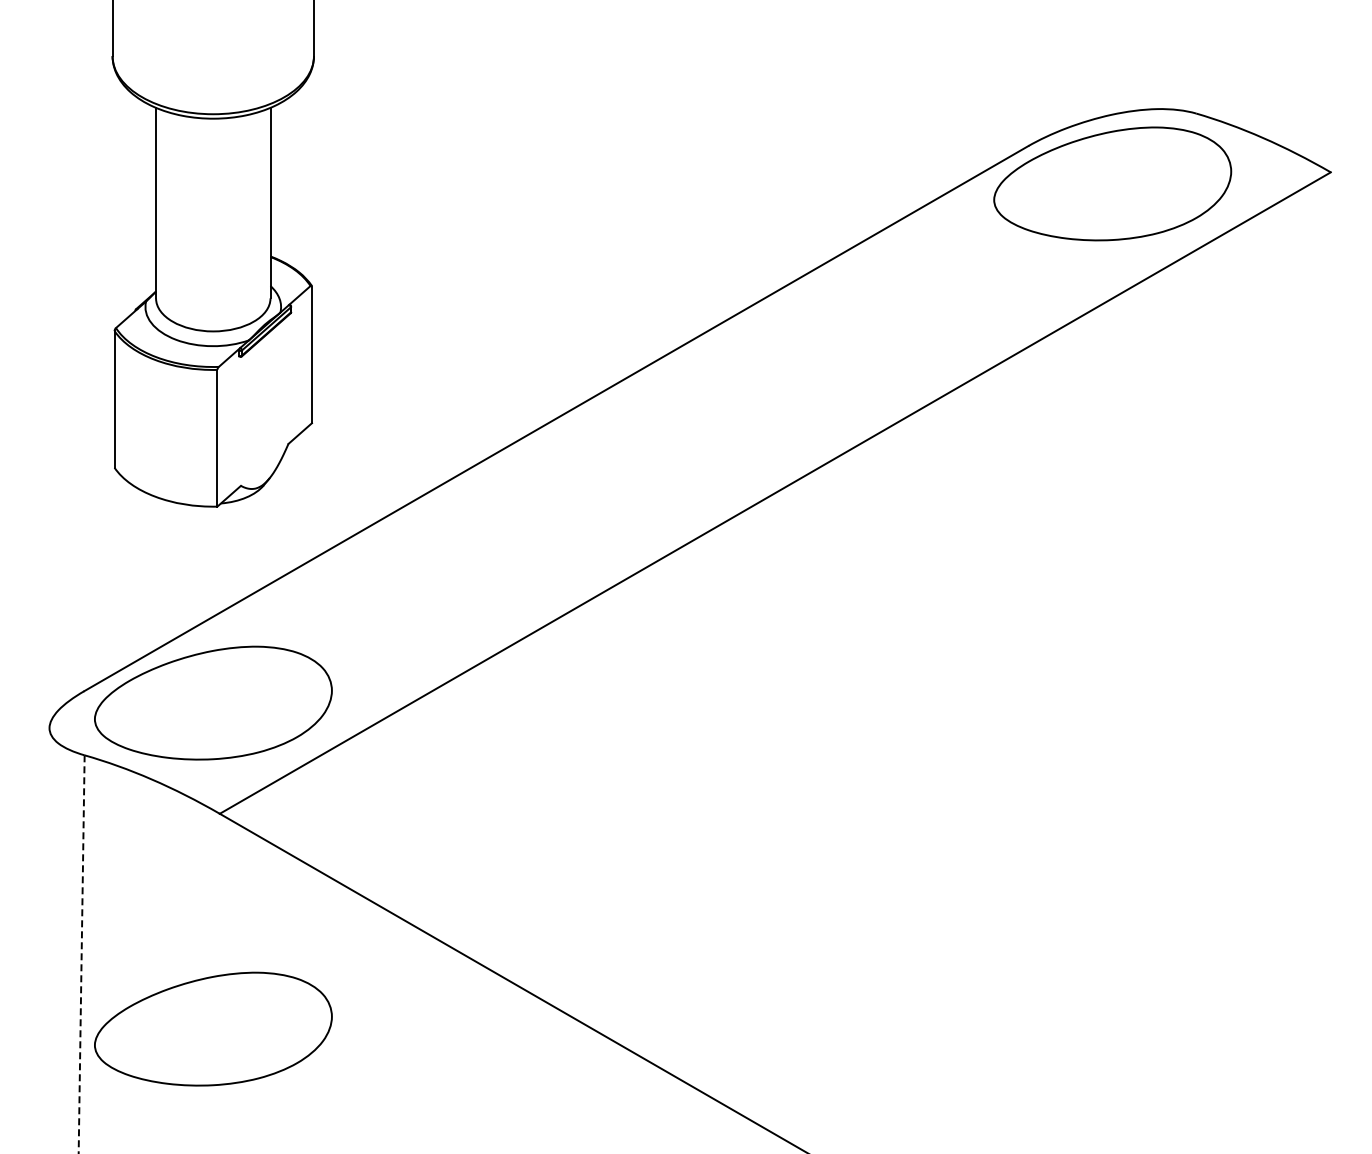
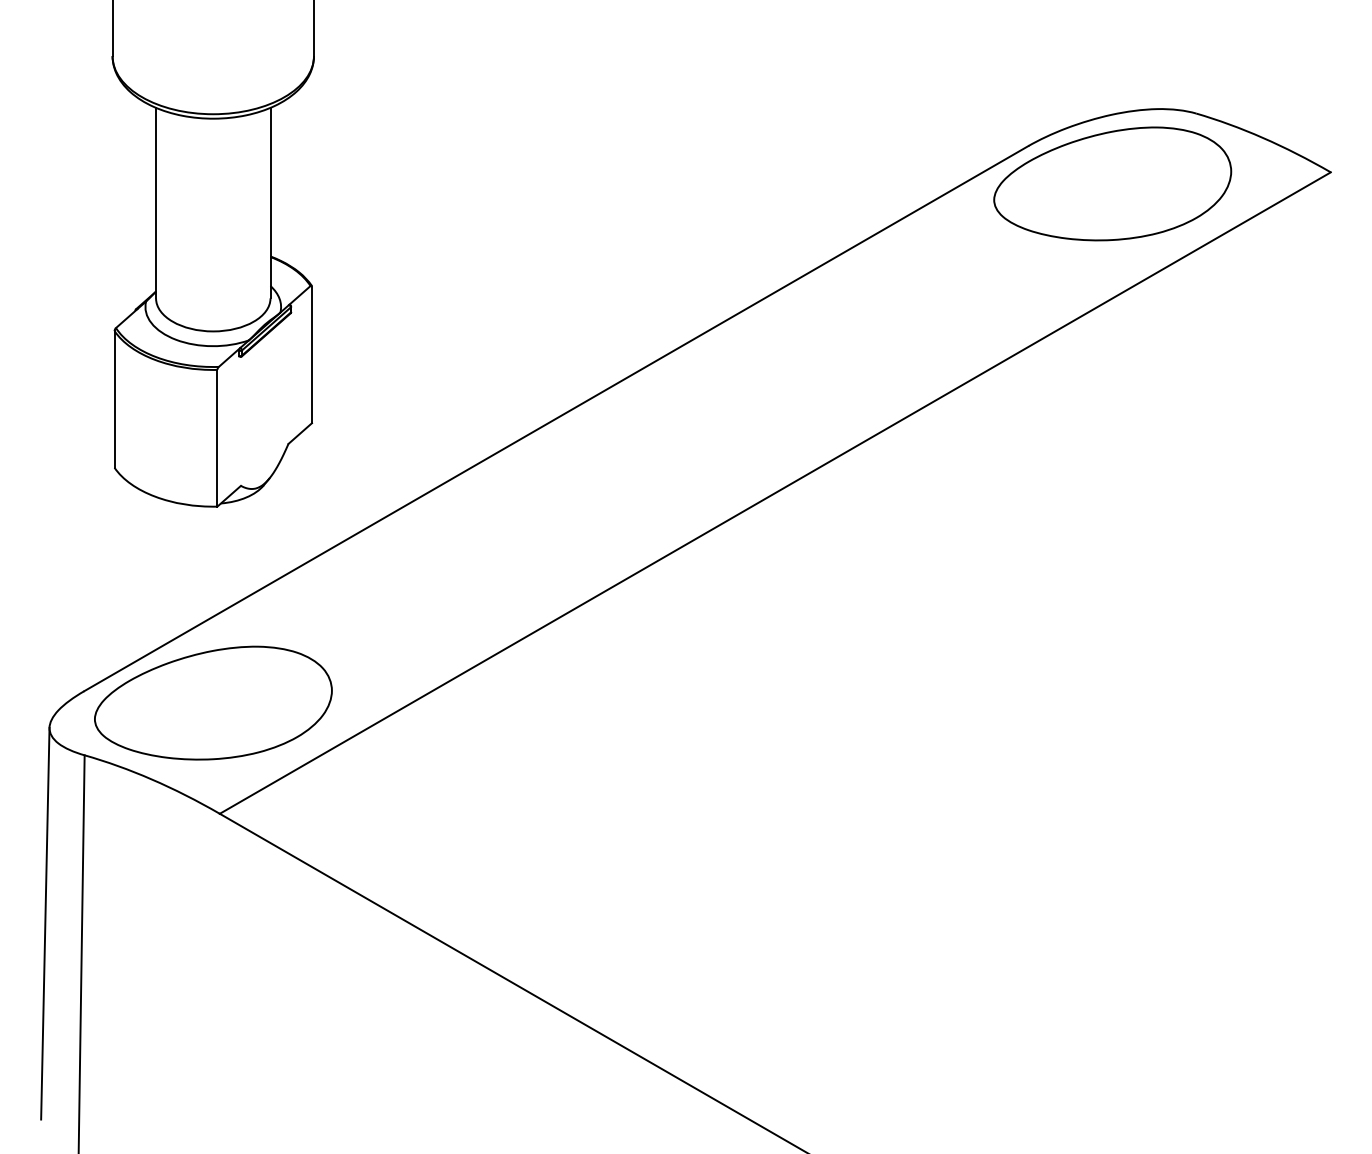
line at (45, 923): none -> present
line at (81, 954): dashed -> solid
part at (213, 1028): present -> none
